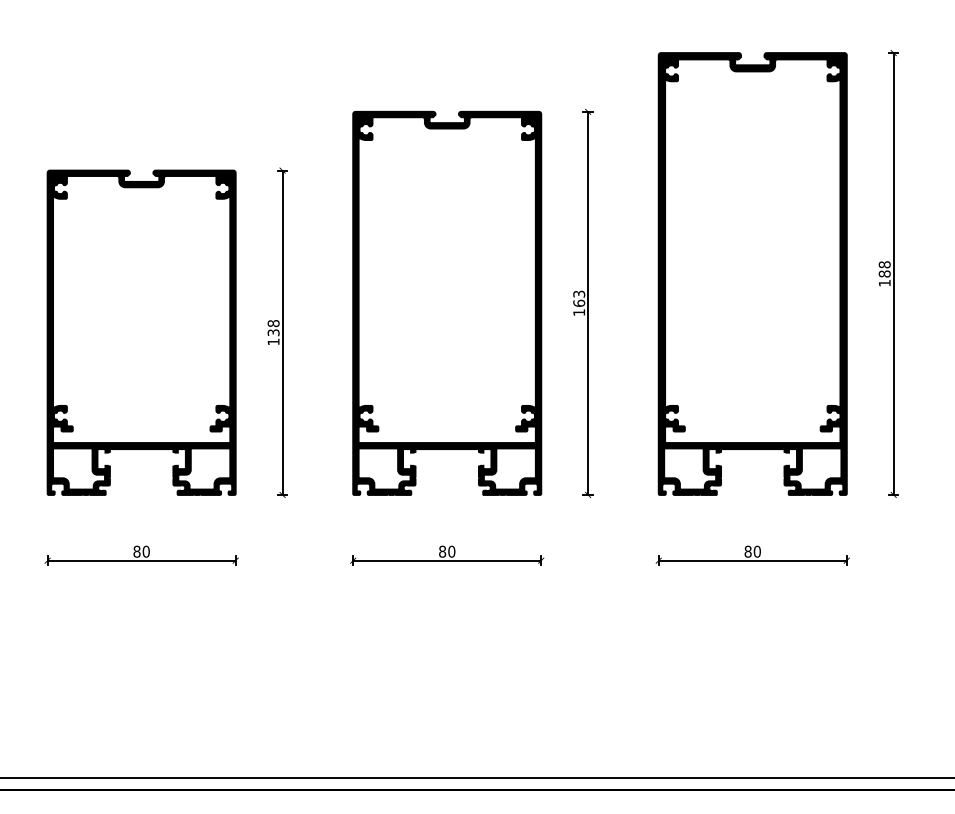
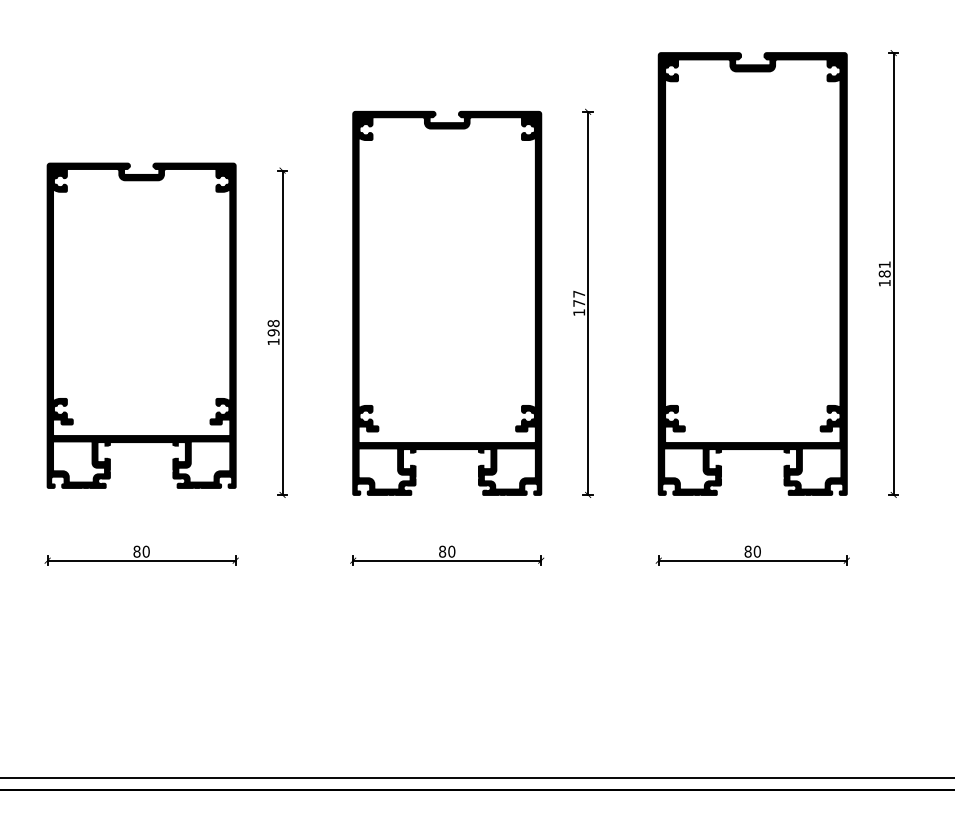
text at (884, 264): 188 -> 181
text at (579, 298): 163 -> 177
part at (141, 332) position: (141, 332) -> (141, 325)
text at (273, 332): 138 -> 198
